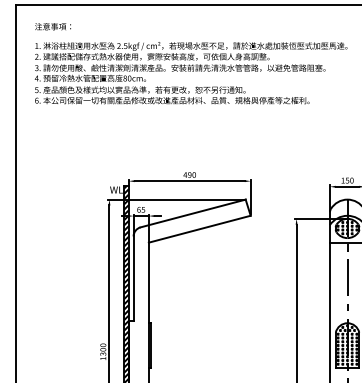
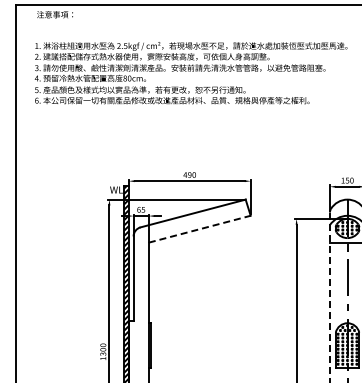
text at (52, 26) position: (52, 26) -> (54, 14)
line at (199, 229): solid -> dashed
line at (329, 297): solid -> dashed
